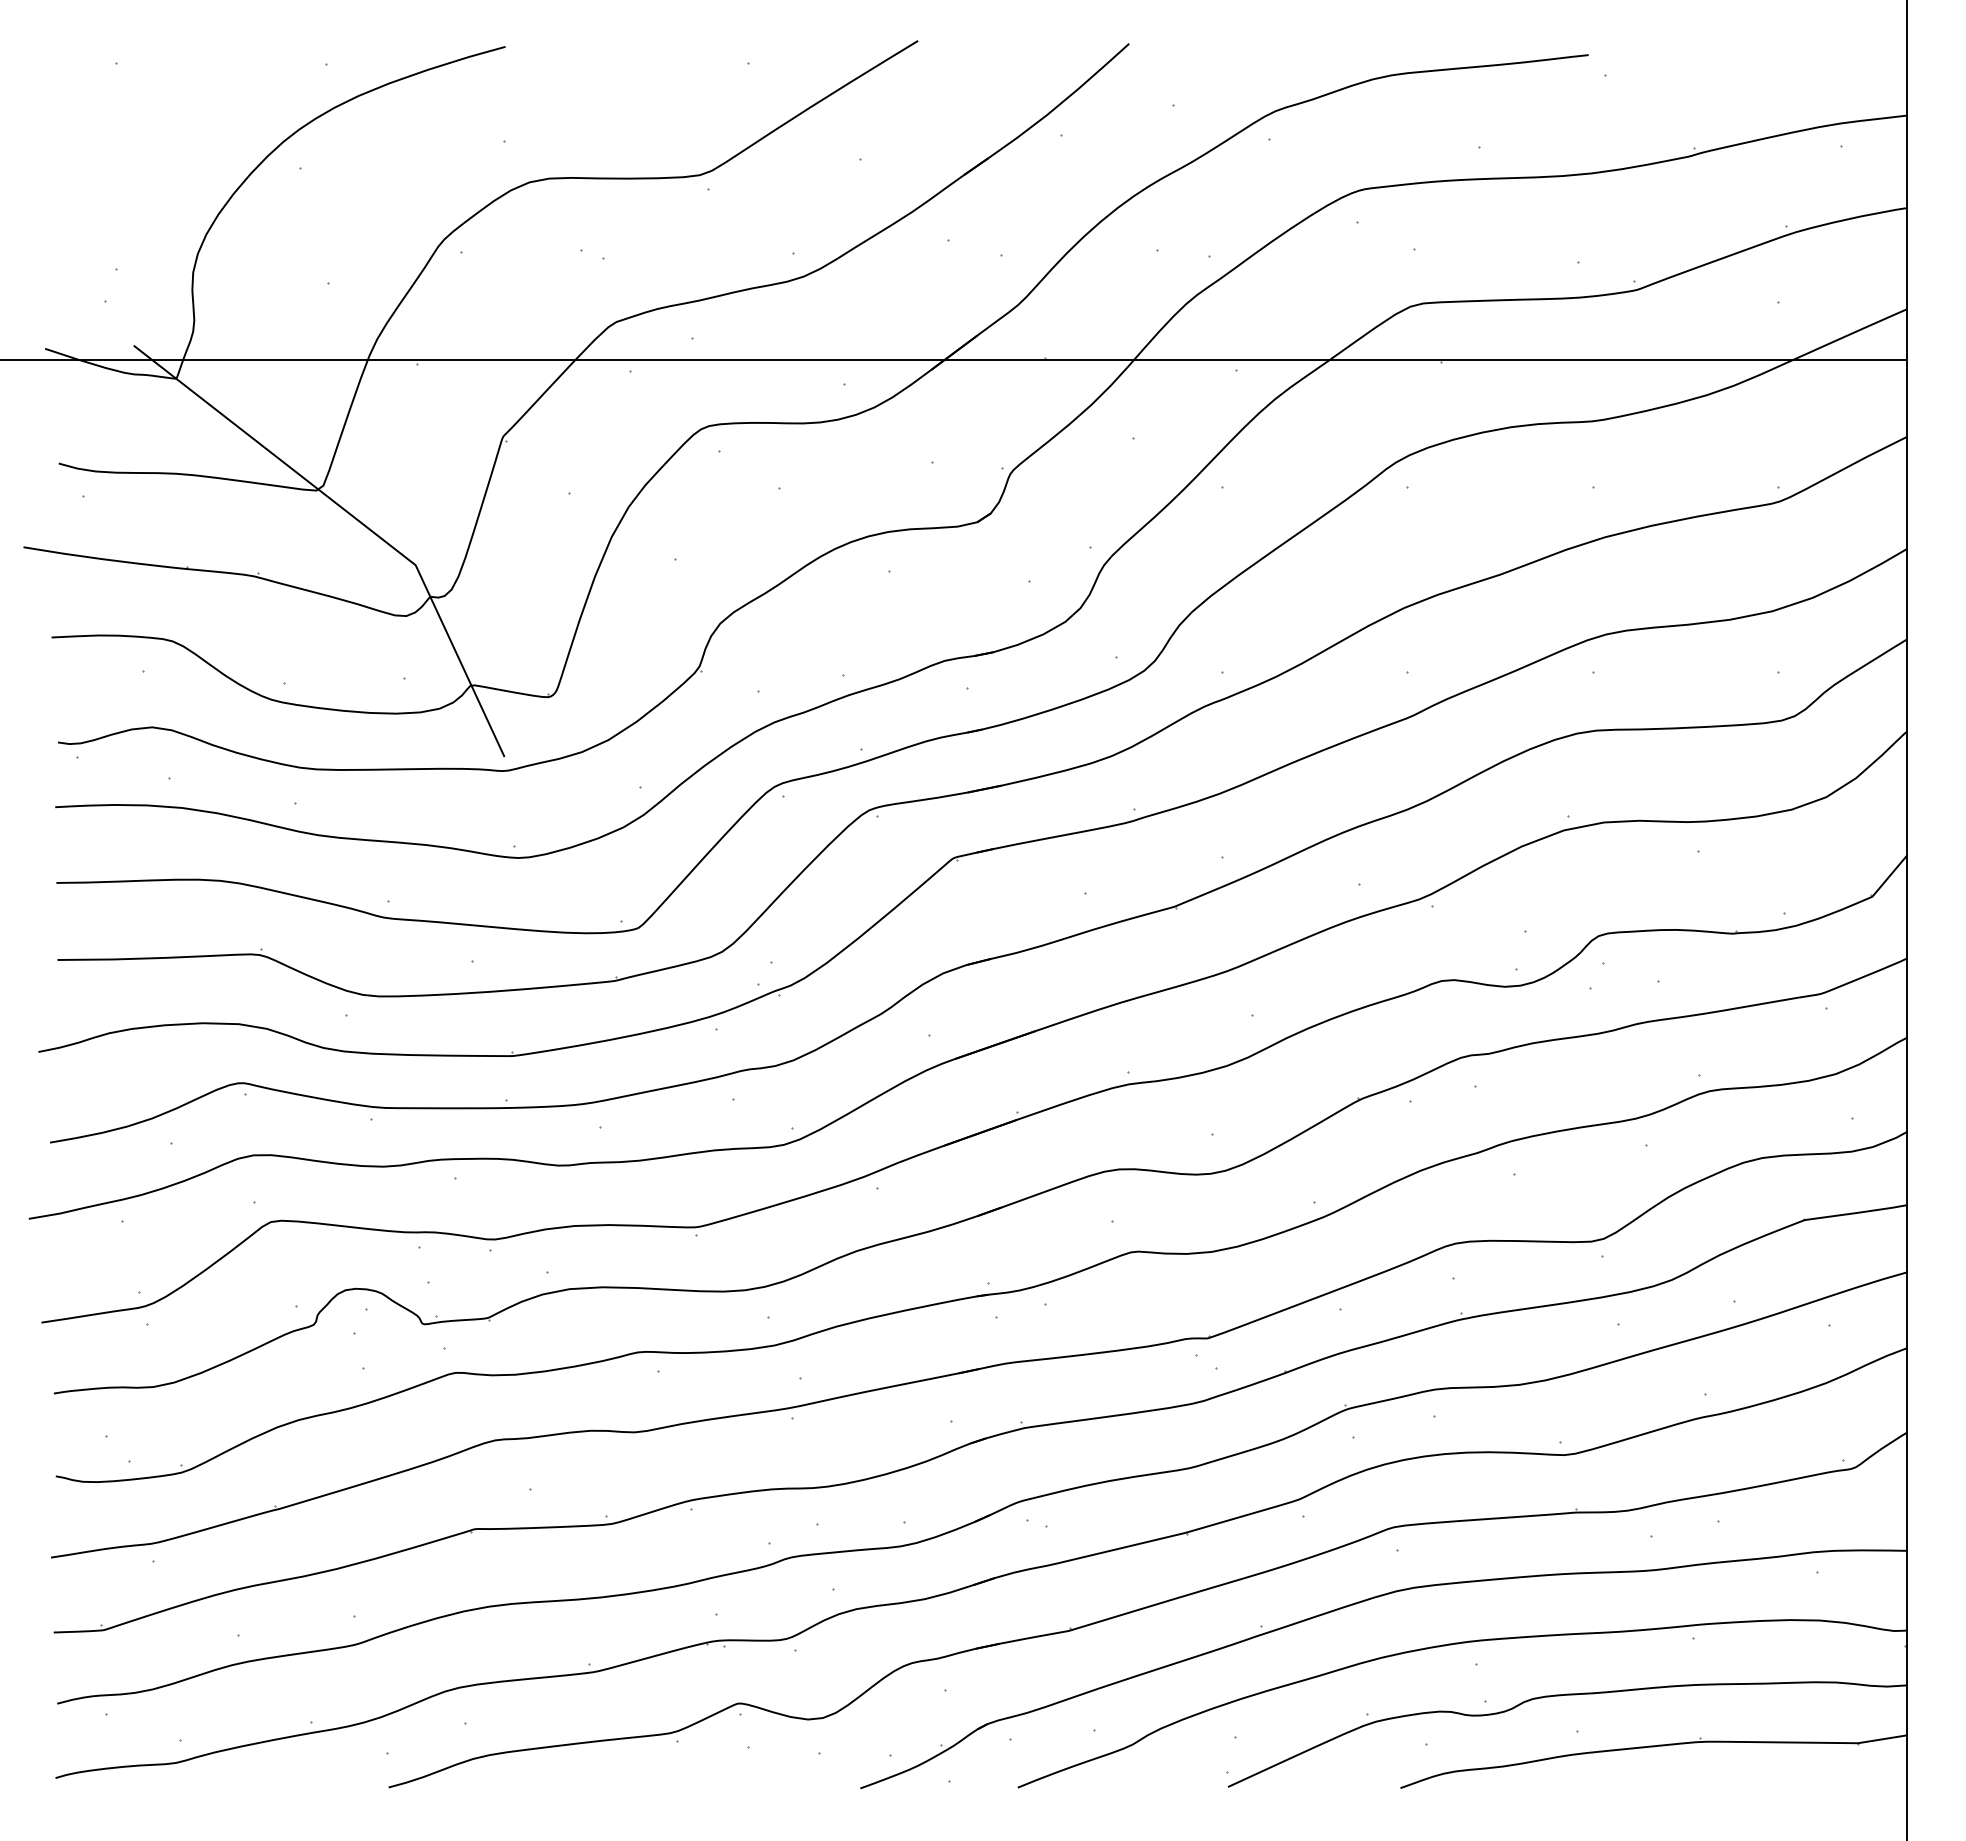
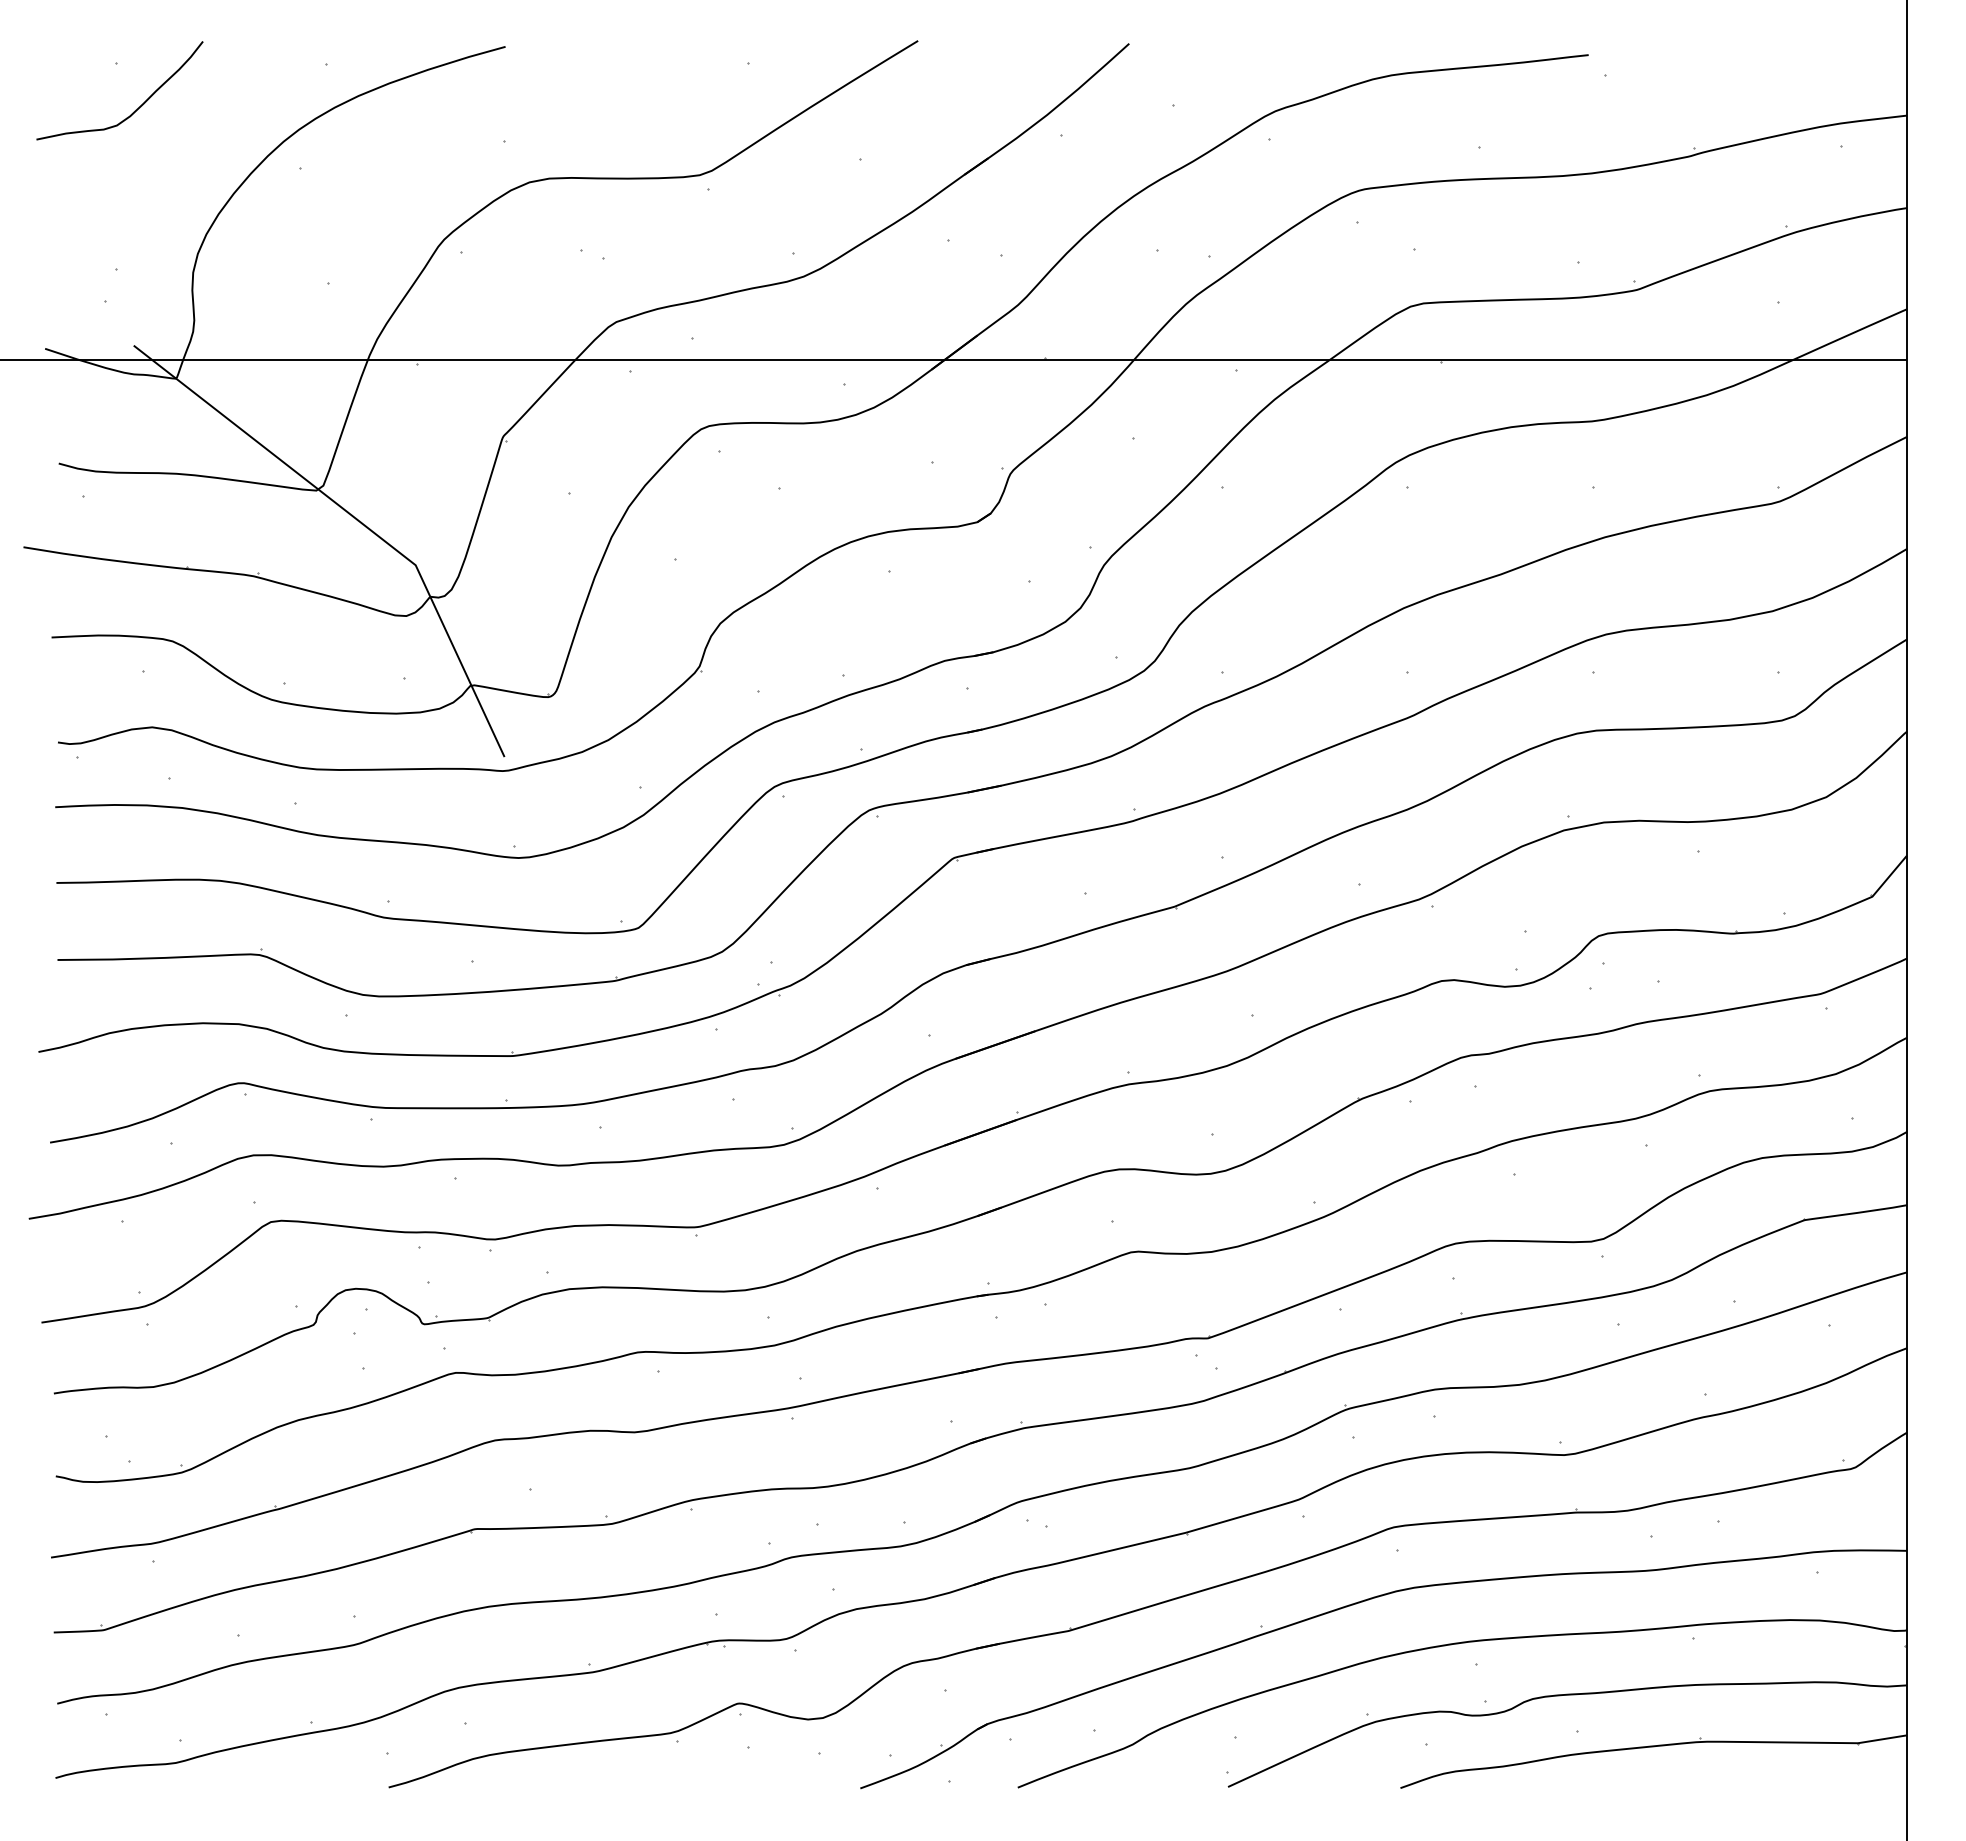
curve at (134, 110): none -> present
